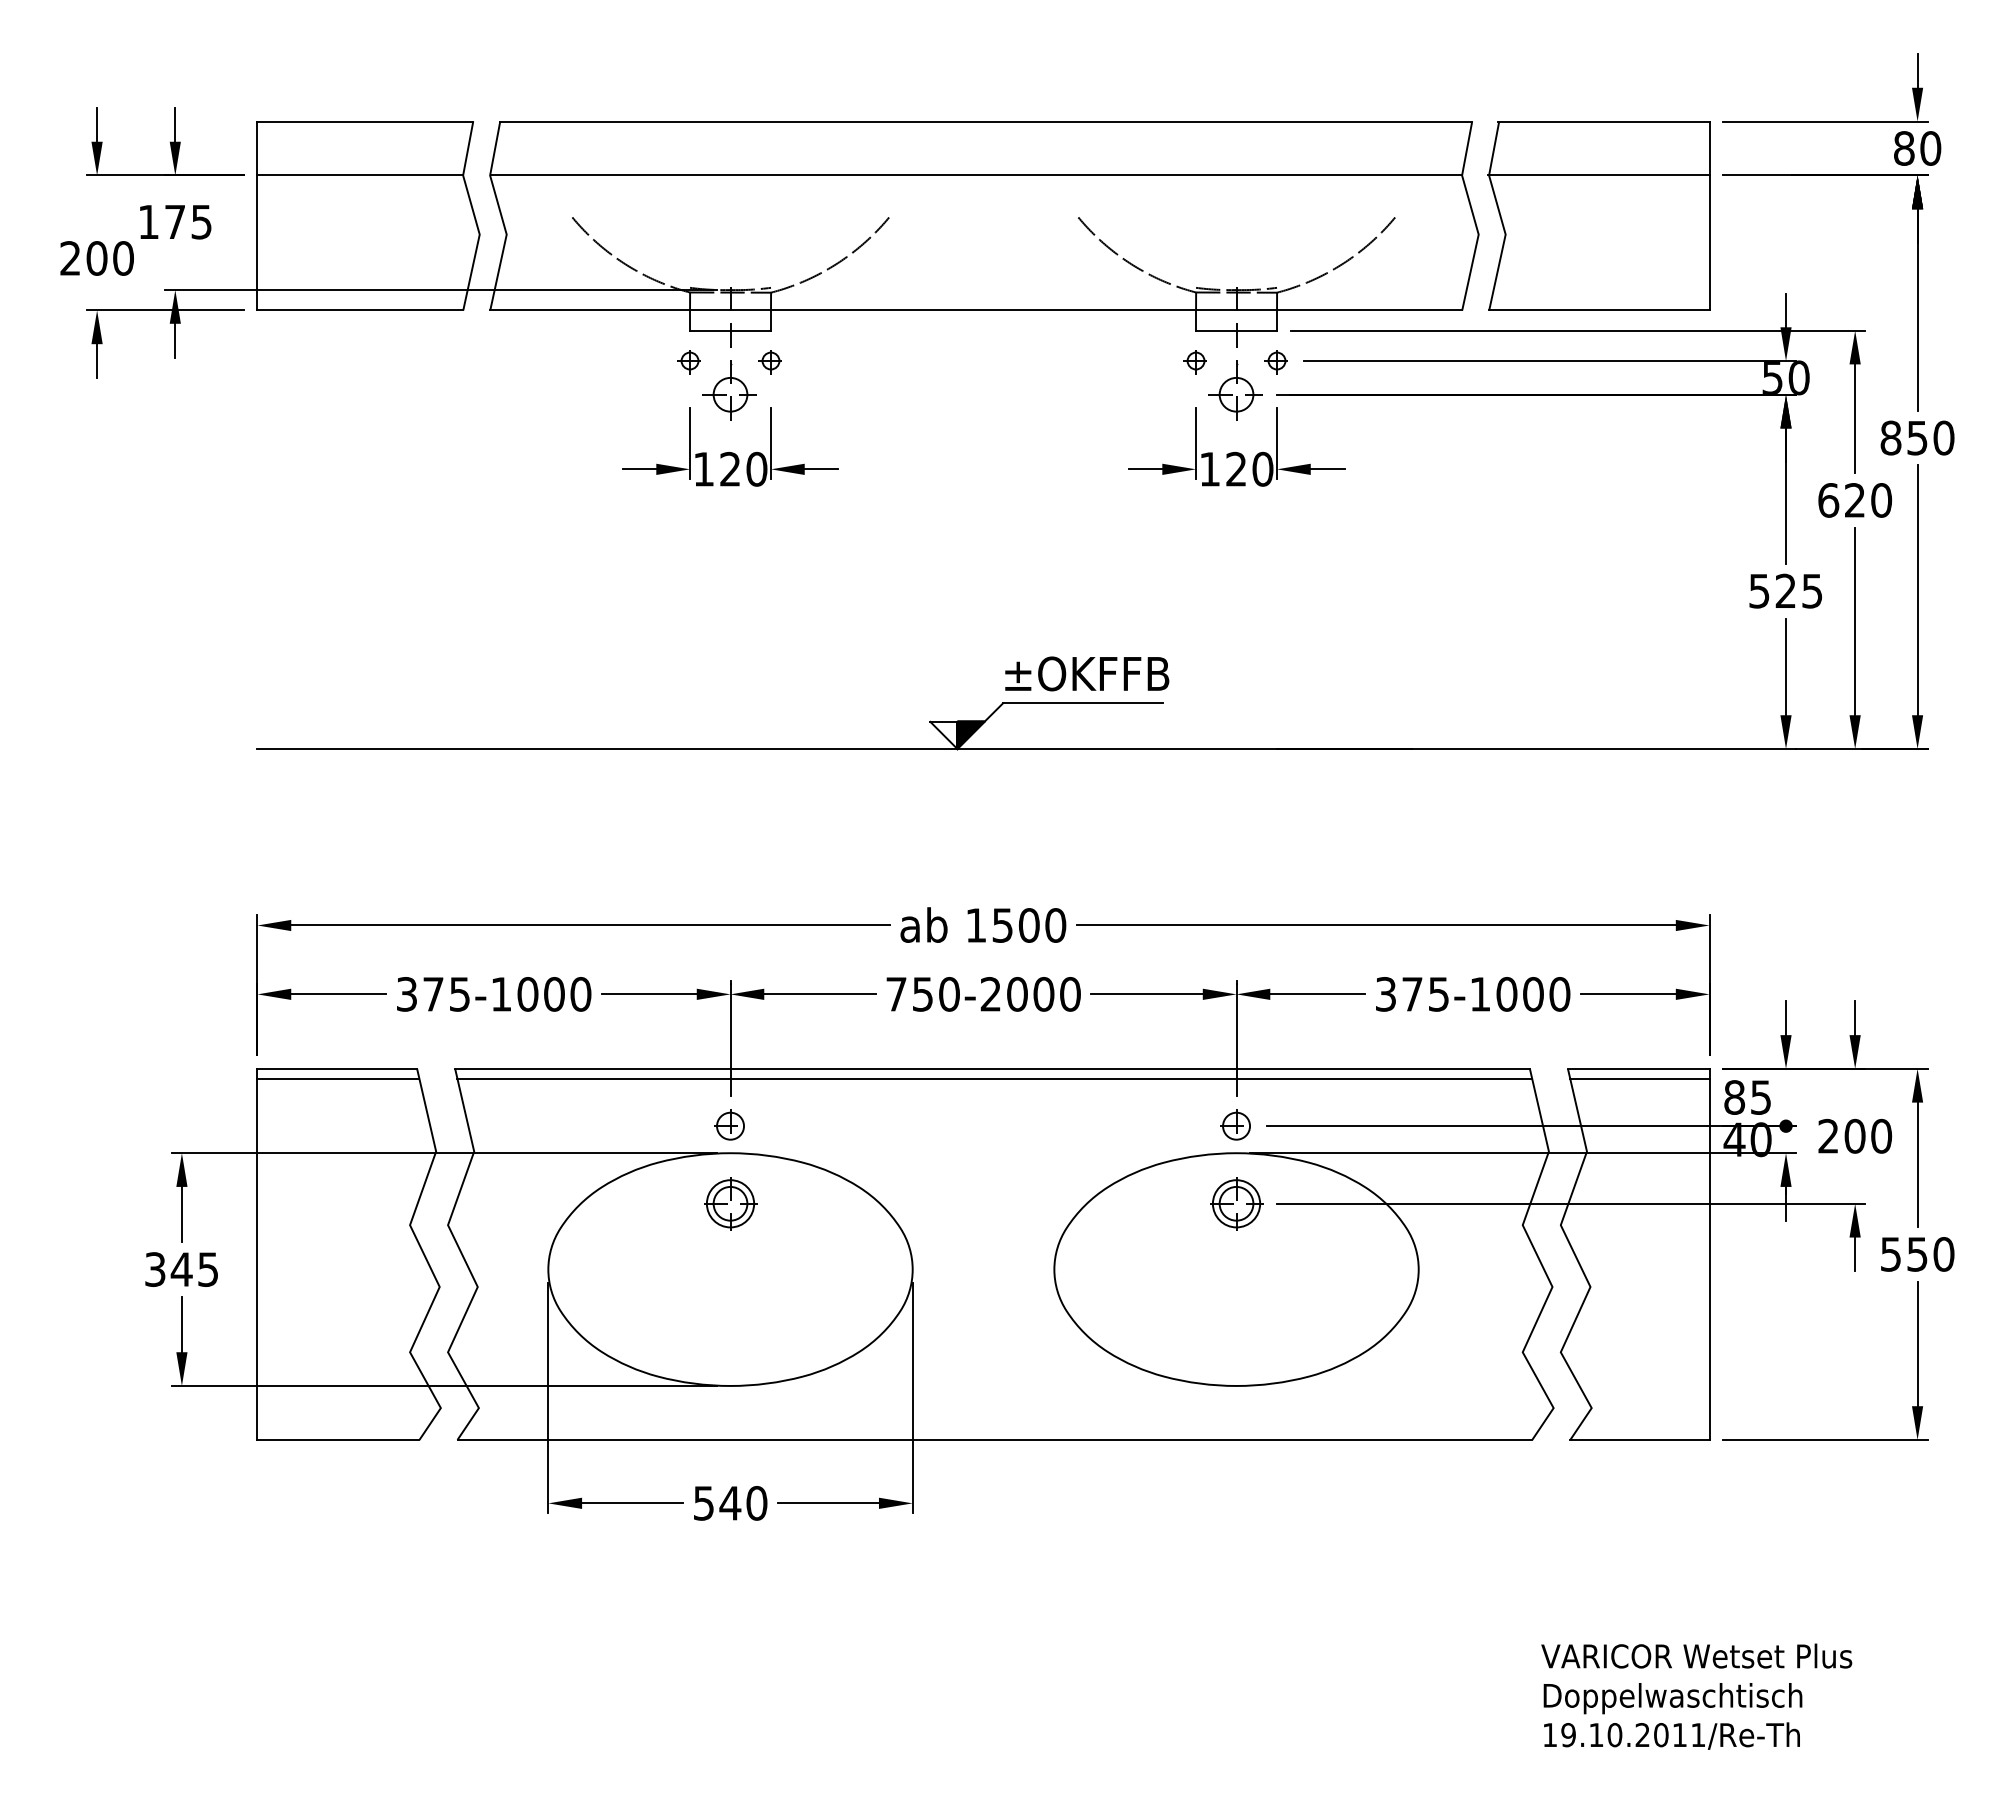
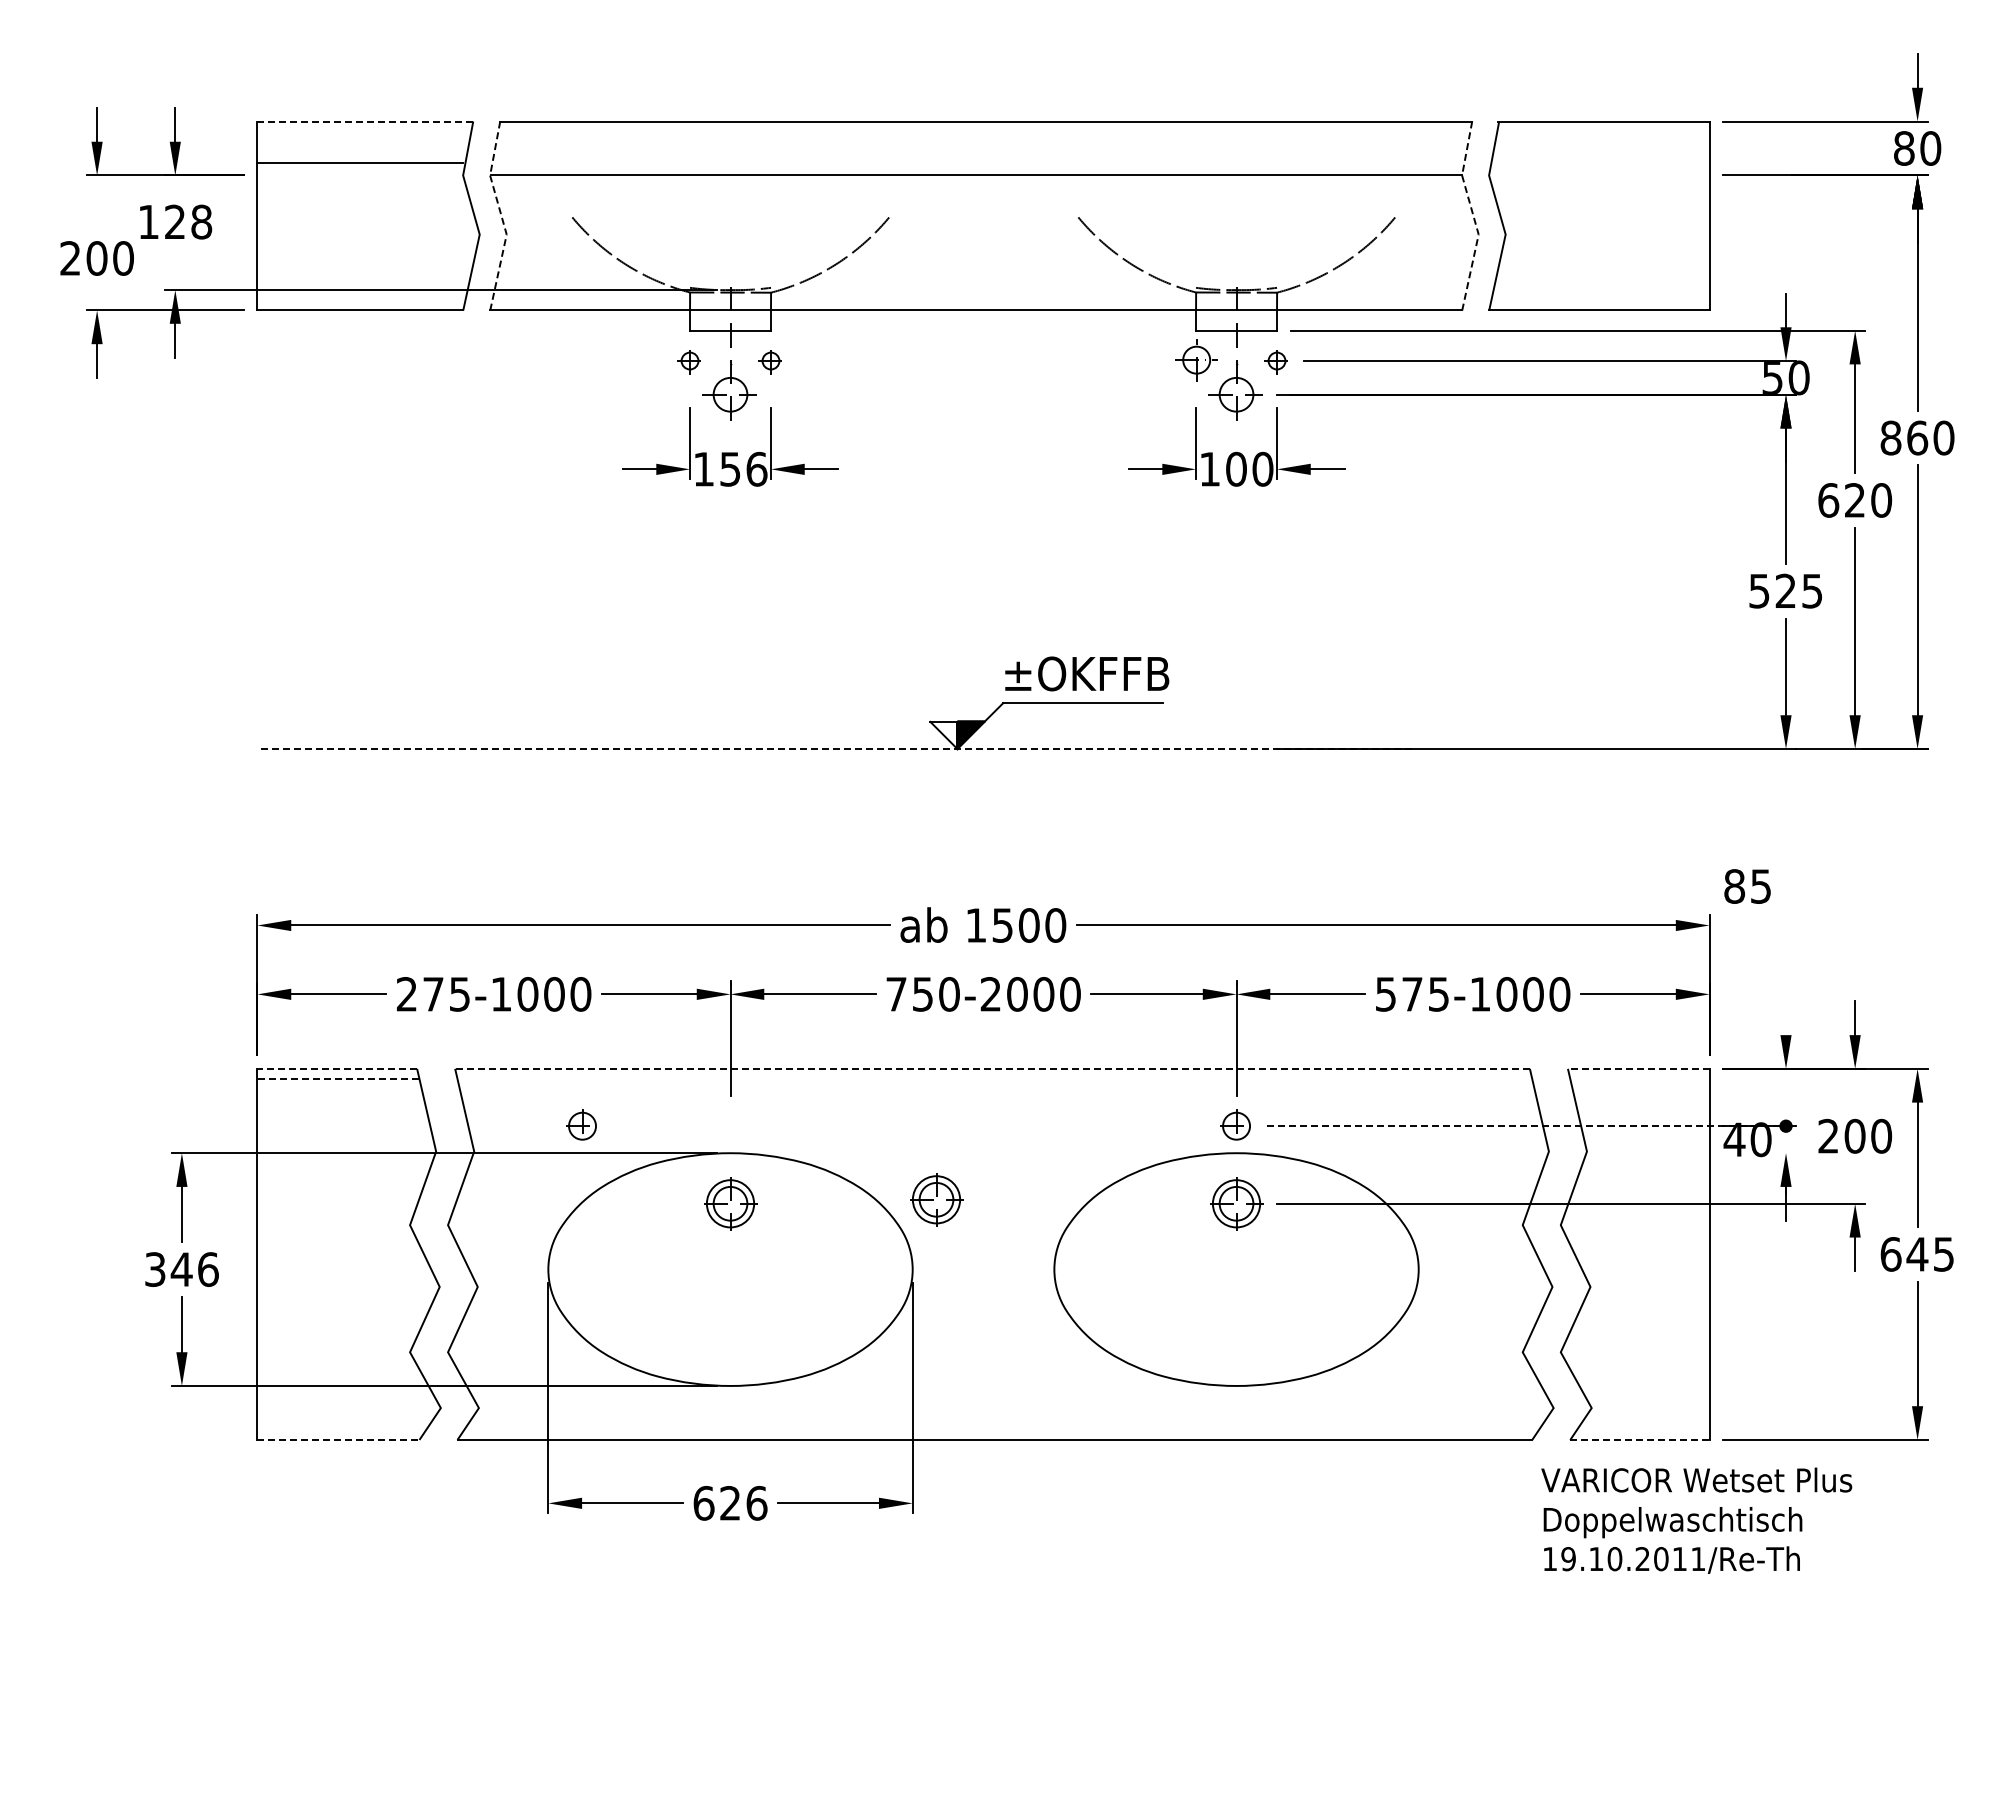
line at (365, 121): solid -> dashed
line at (360, 175) position: (360, 175) -> (360, 163)
line at (1598, 175): present -> none
line at (501, 216): solid -> dashed
line at (1473, 216): solid -> dashed
text at (188, 221): 175 -> 128
part at (1194, 362) size: 24x25 px -> 43x43 px
text at (1917, 437): 850 -> 860
text at (743, 468): 120 -> 156
text at (1236, 468): 120 -> 100
line at (834, 748): solid -> dashed
text at (406, 994): 375-1000 -> 275-1000
text at (1385, 994): 375-1000 -> 575-1000
line at (1786, 1018): present -> none
line at (337, 1068): solid -> dashed
line at (992, 1068): solid -> dashed
line at (1638, 1068): solid -> dashed
line at (338, 1078): solid -> dashed
line at (994, 1078): present -> none
line at (1639, 1078): present -> none
text at (1747, 1097) position: (1747, 1097) -> (1747, 886)
part at (729, 1124) position: (729, 1124) -> (581, 1124)
line at (1531, 1126): solid -> dashed
line at (1523, 1153): present -> none
part at (936, 1199): none -> present
text at (1917, 1254): 550 -> 645
text at (208, 1269): 345 -> 346
line at (338, 1439): solid -> dashed
line at (1639, 1439): solid -> dashed
text at (730, 1503): 540 -> 626
text at (1696, 1696) position: (1696, 1696) -> (1696, 1520)
